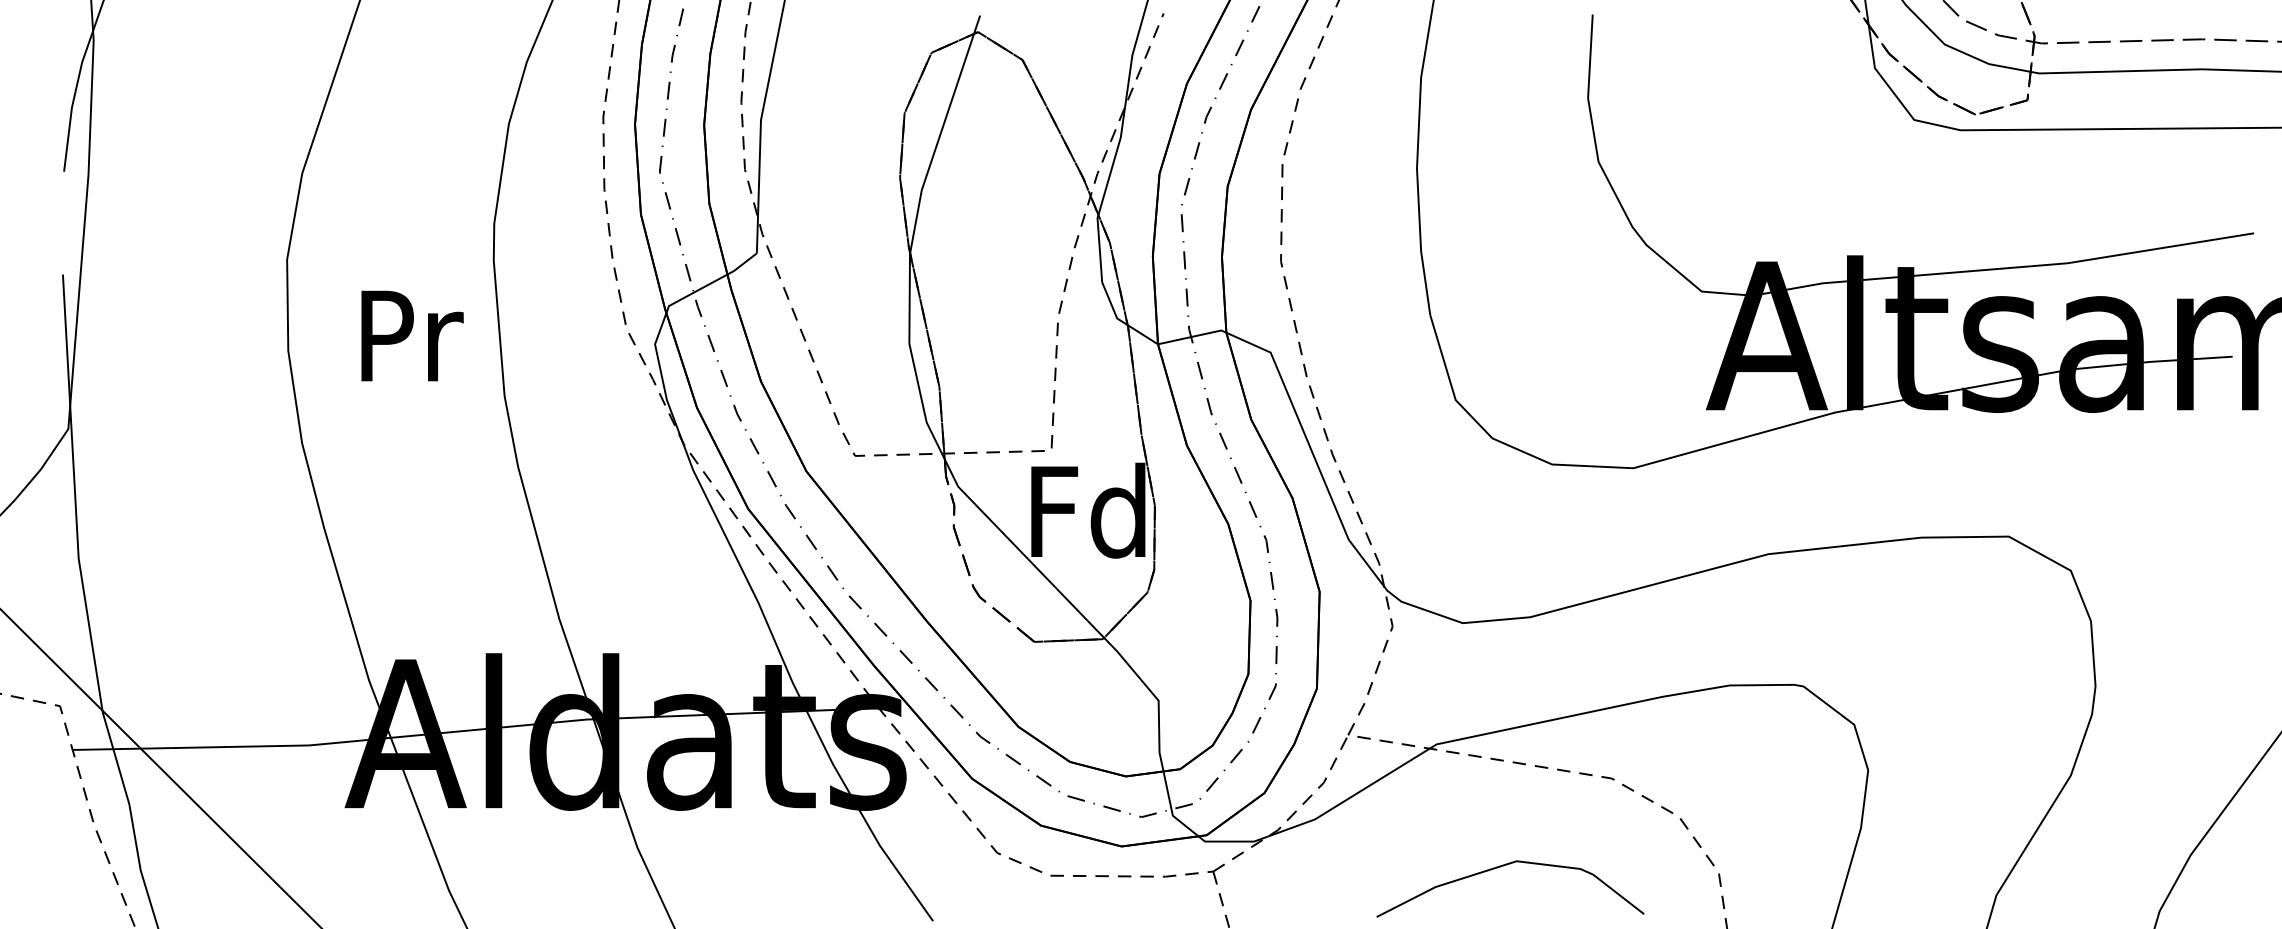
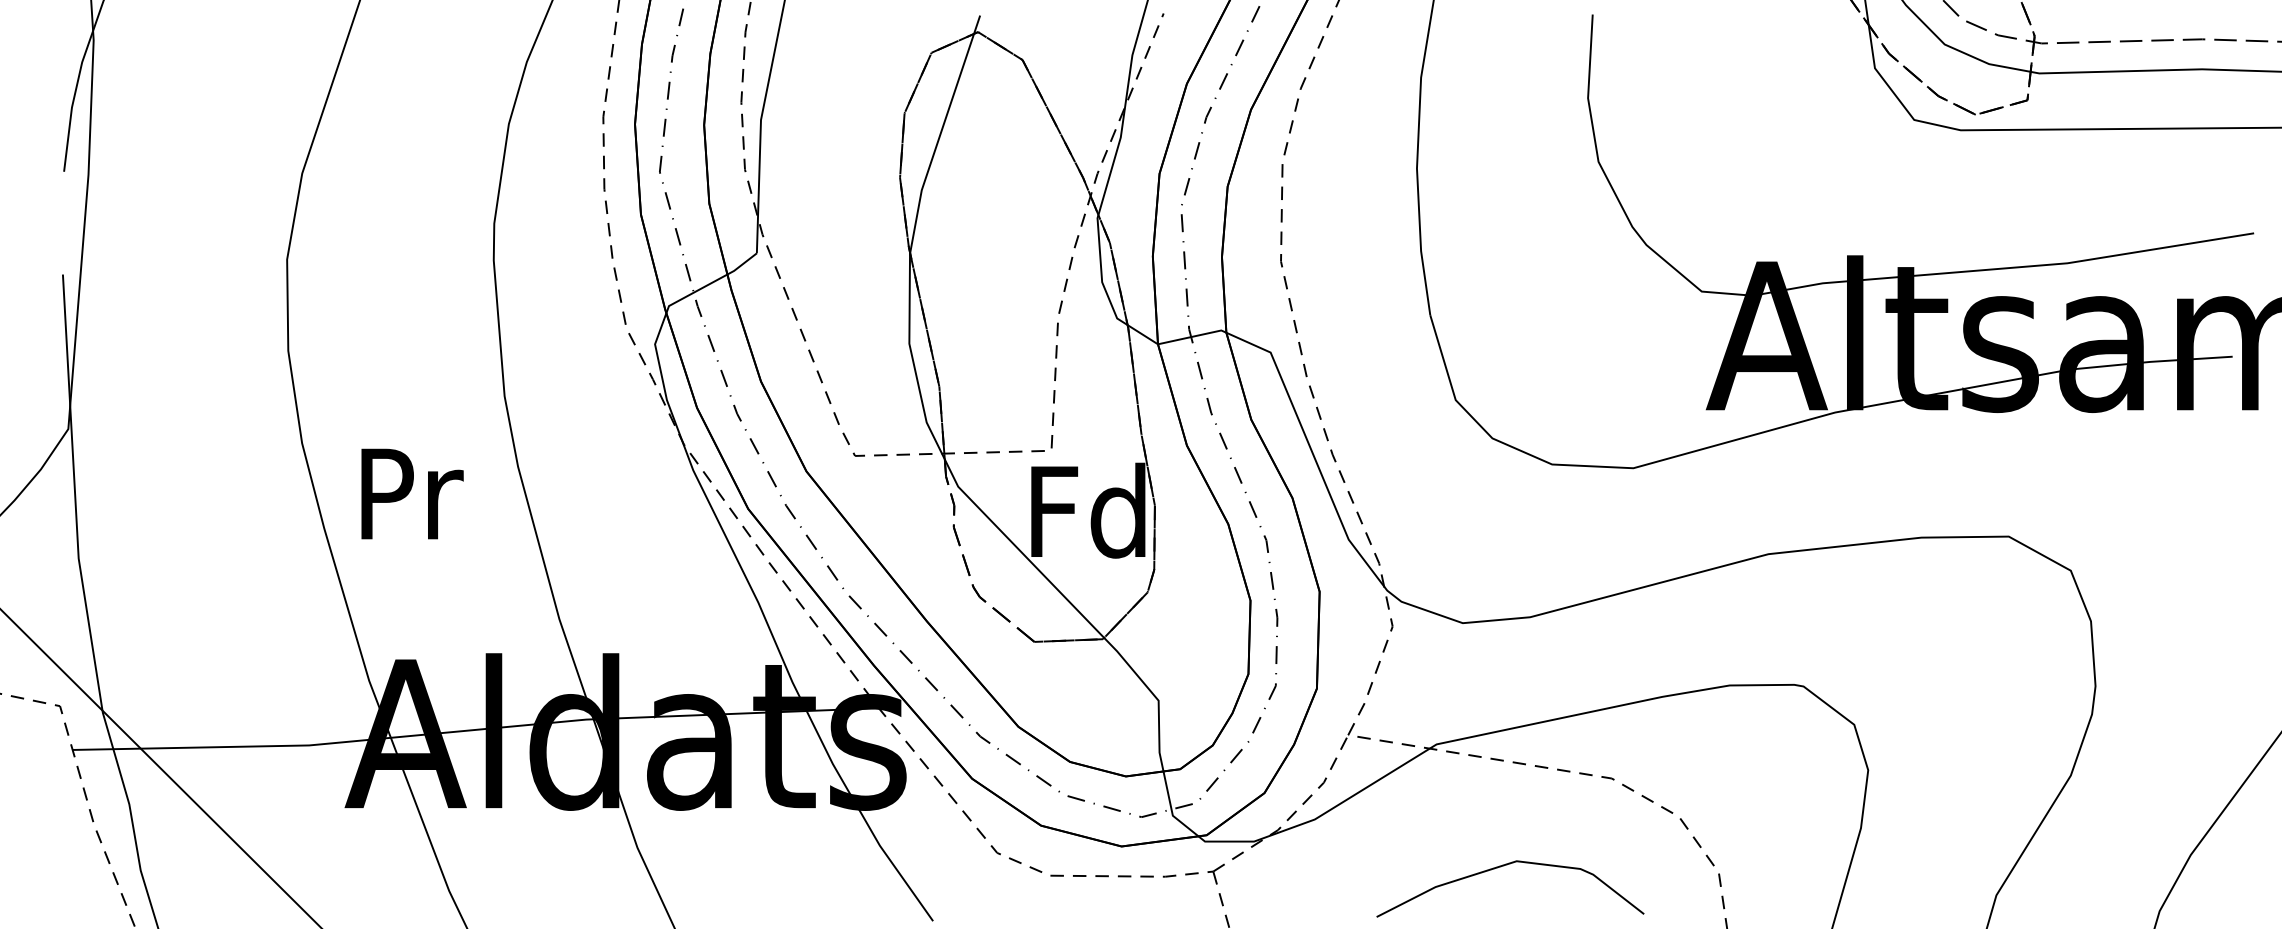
text at (412, 335) position: (412, 335) -> (412, 493)
